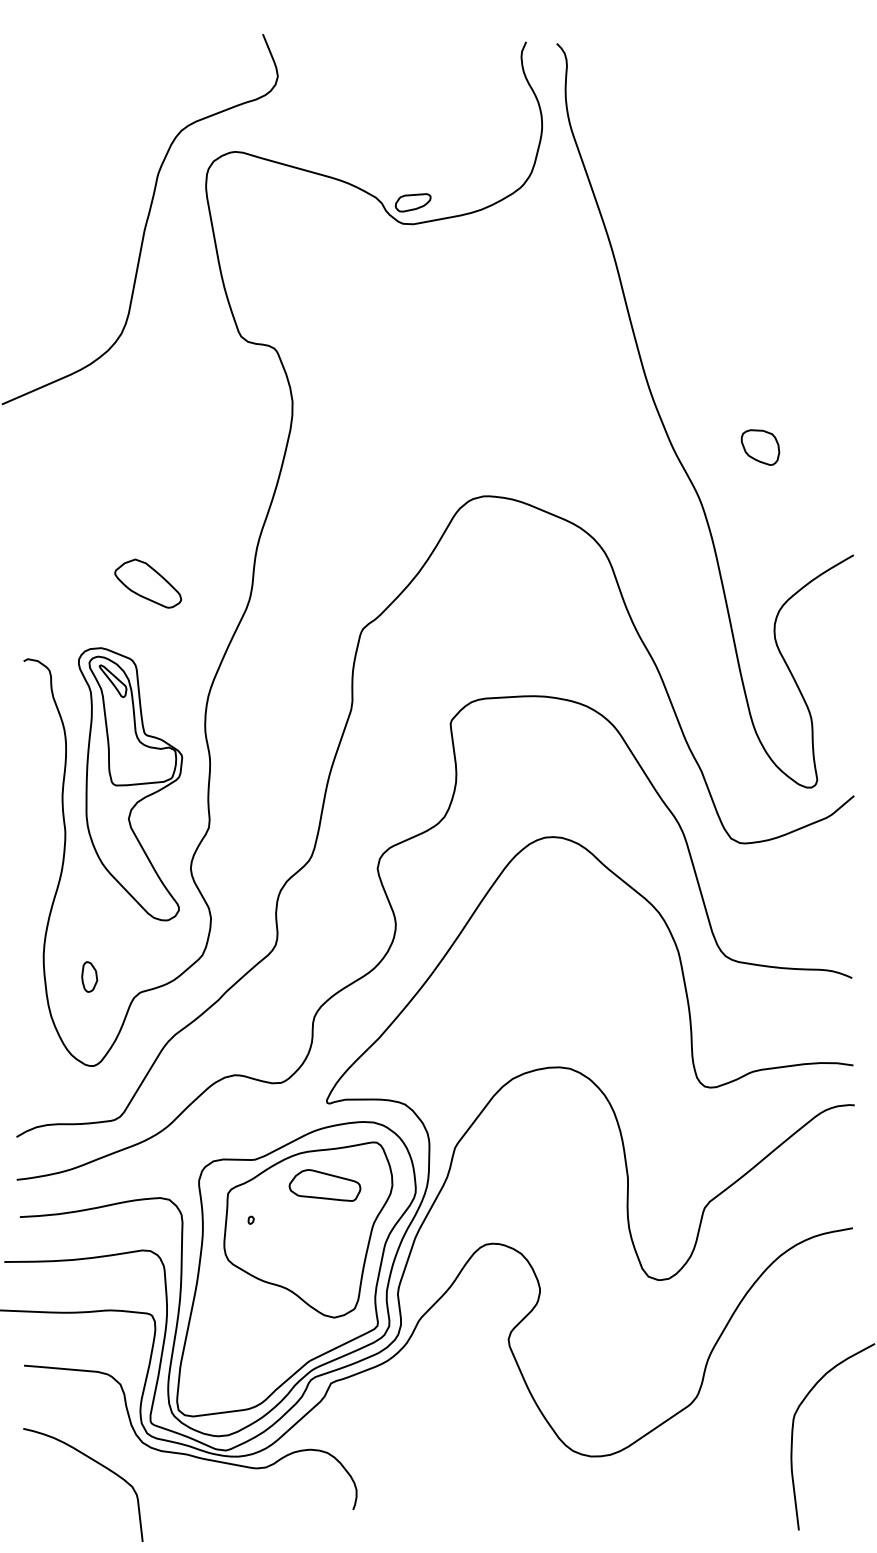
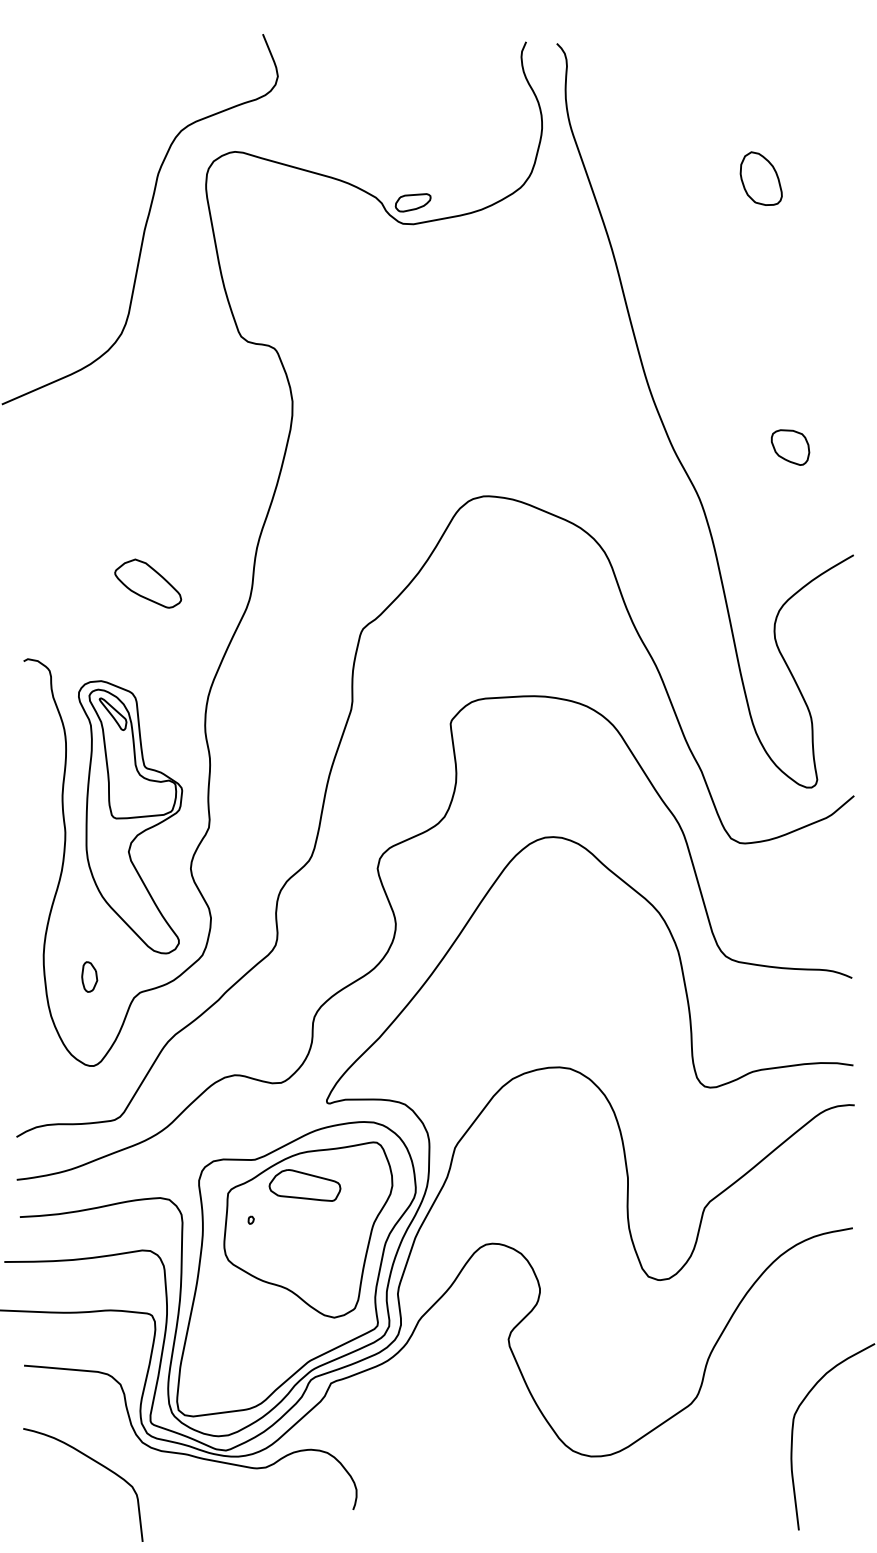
part at (760, 178): none -> present
part at (760, 447) position: (760, 447) -> (790, 447)
part at (130, 784) position: (130, 784) -> (130, 817)
part at (324, 1185) position: (324, 1185) -> (304, 1185)
